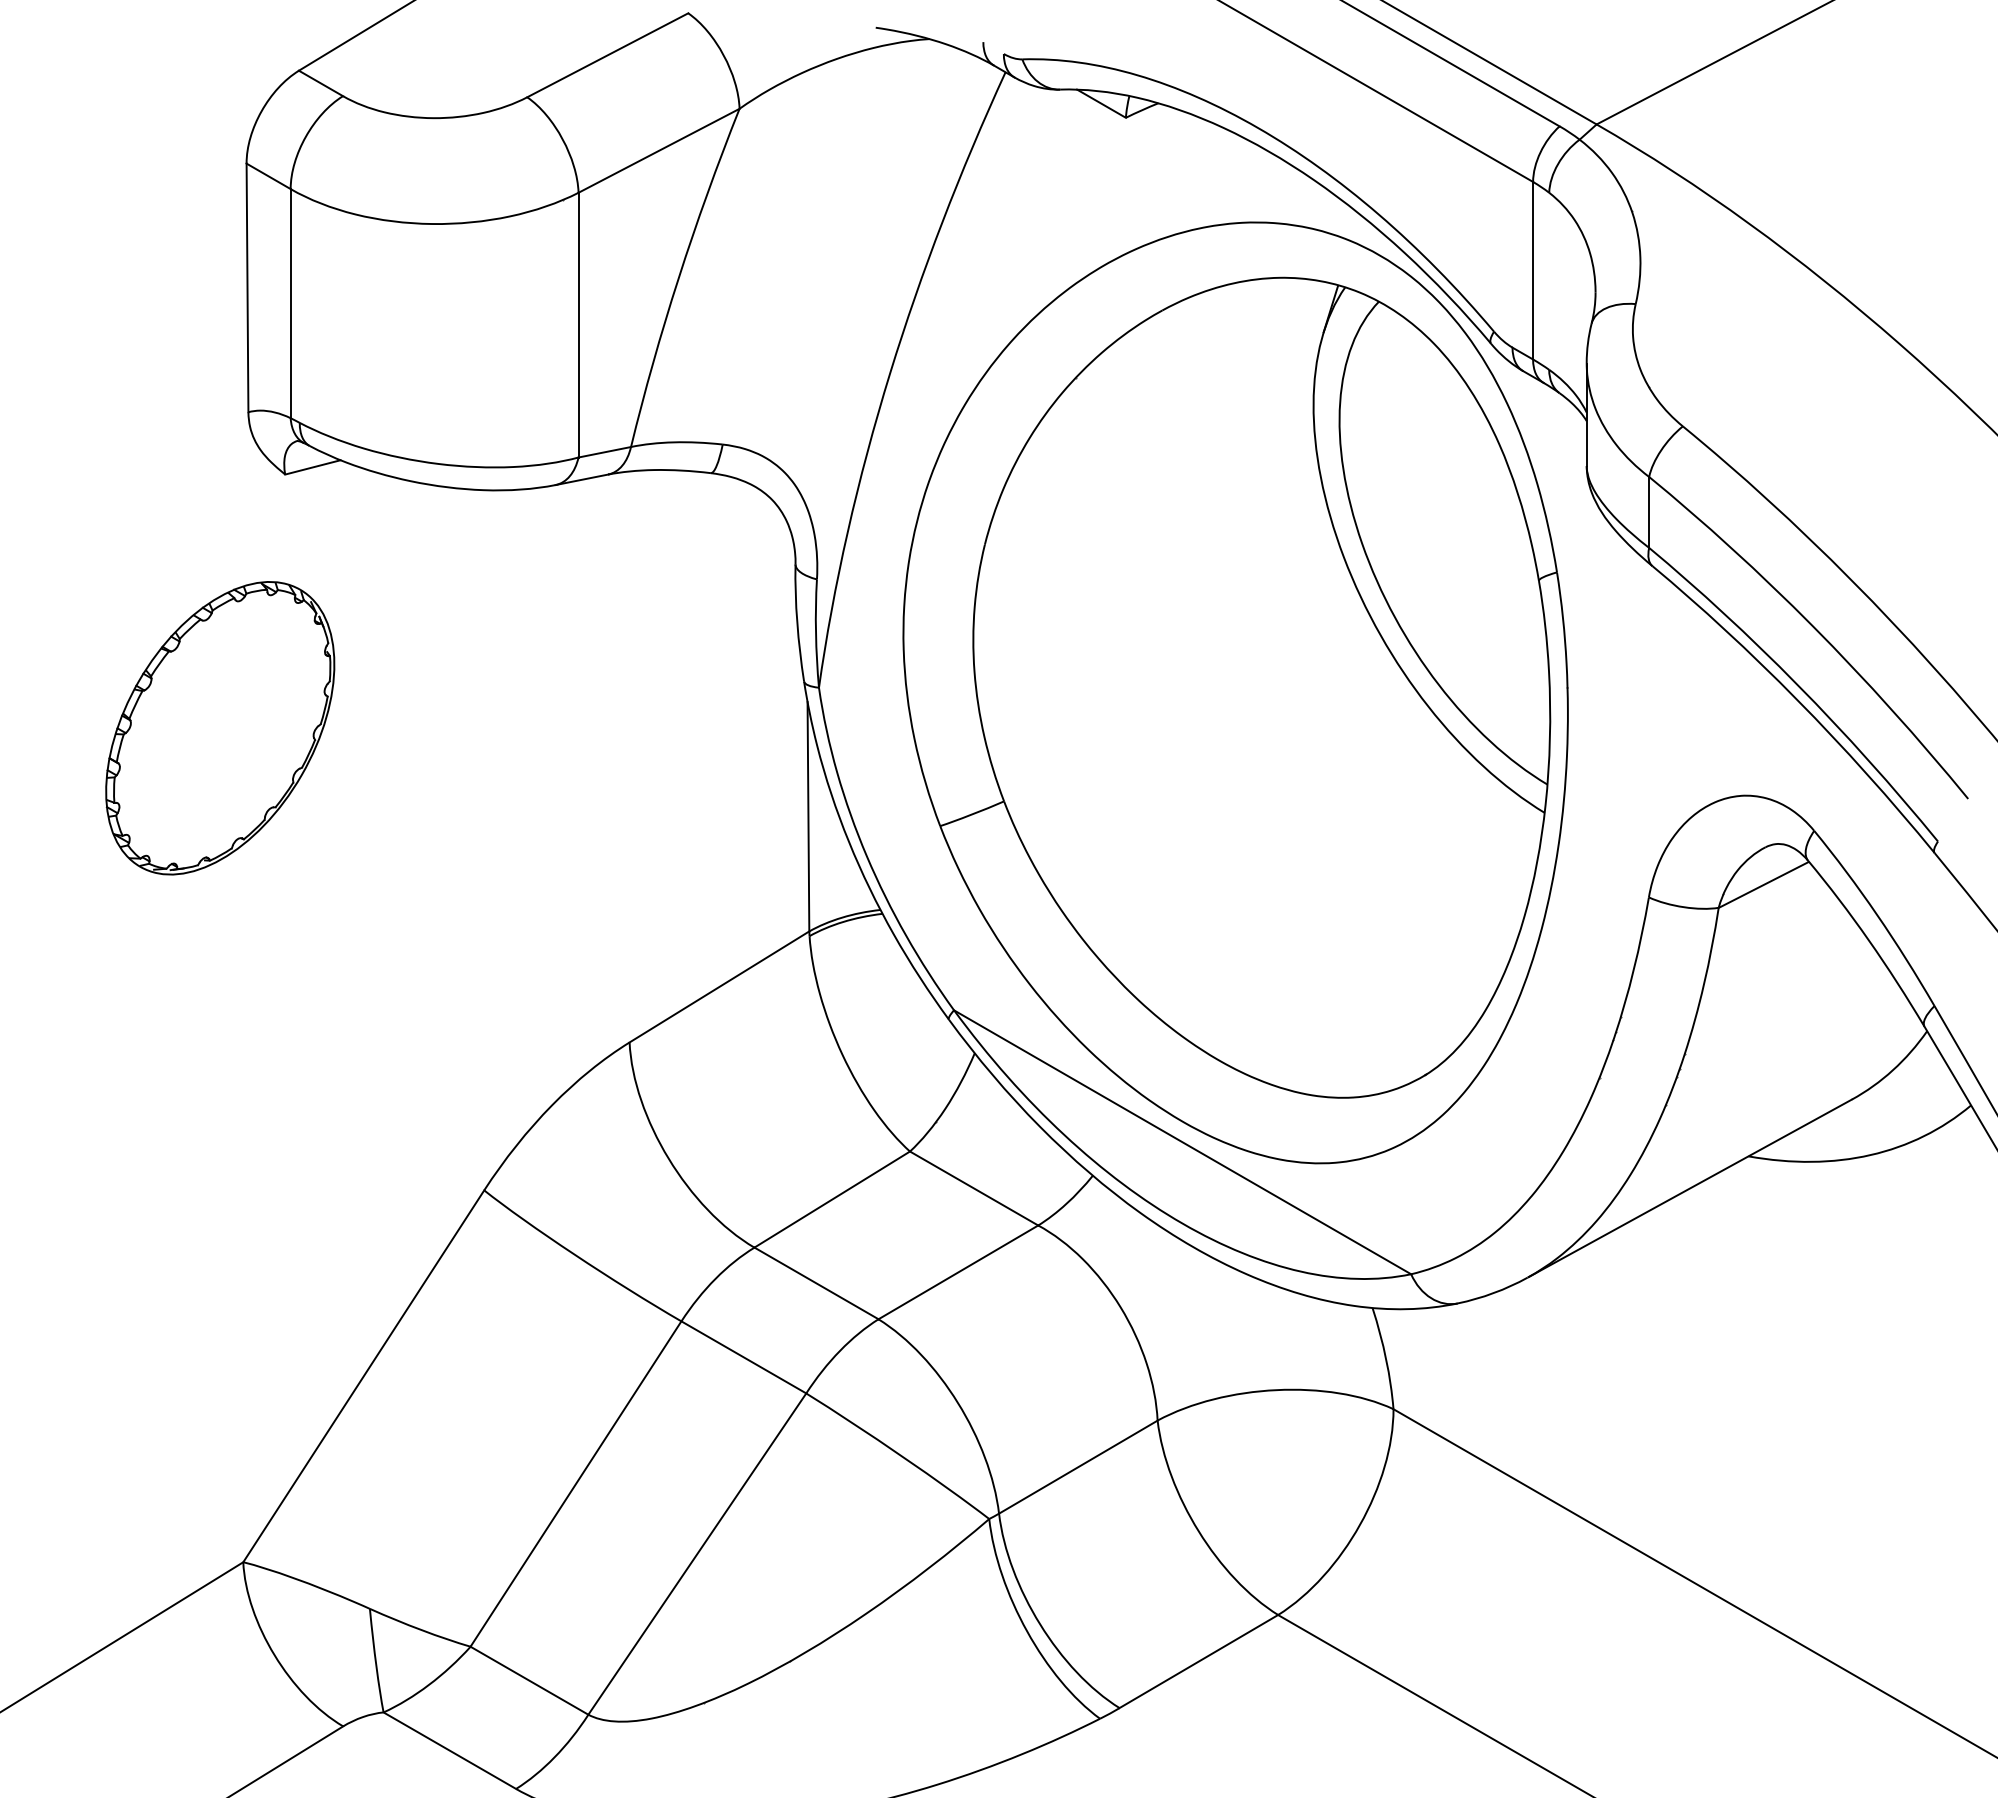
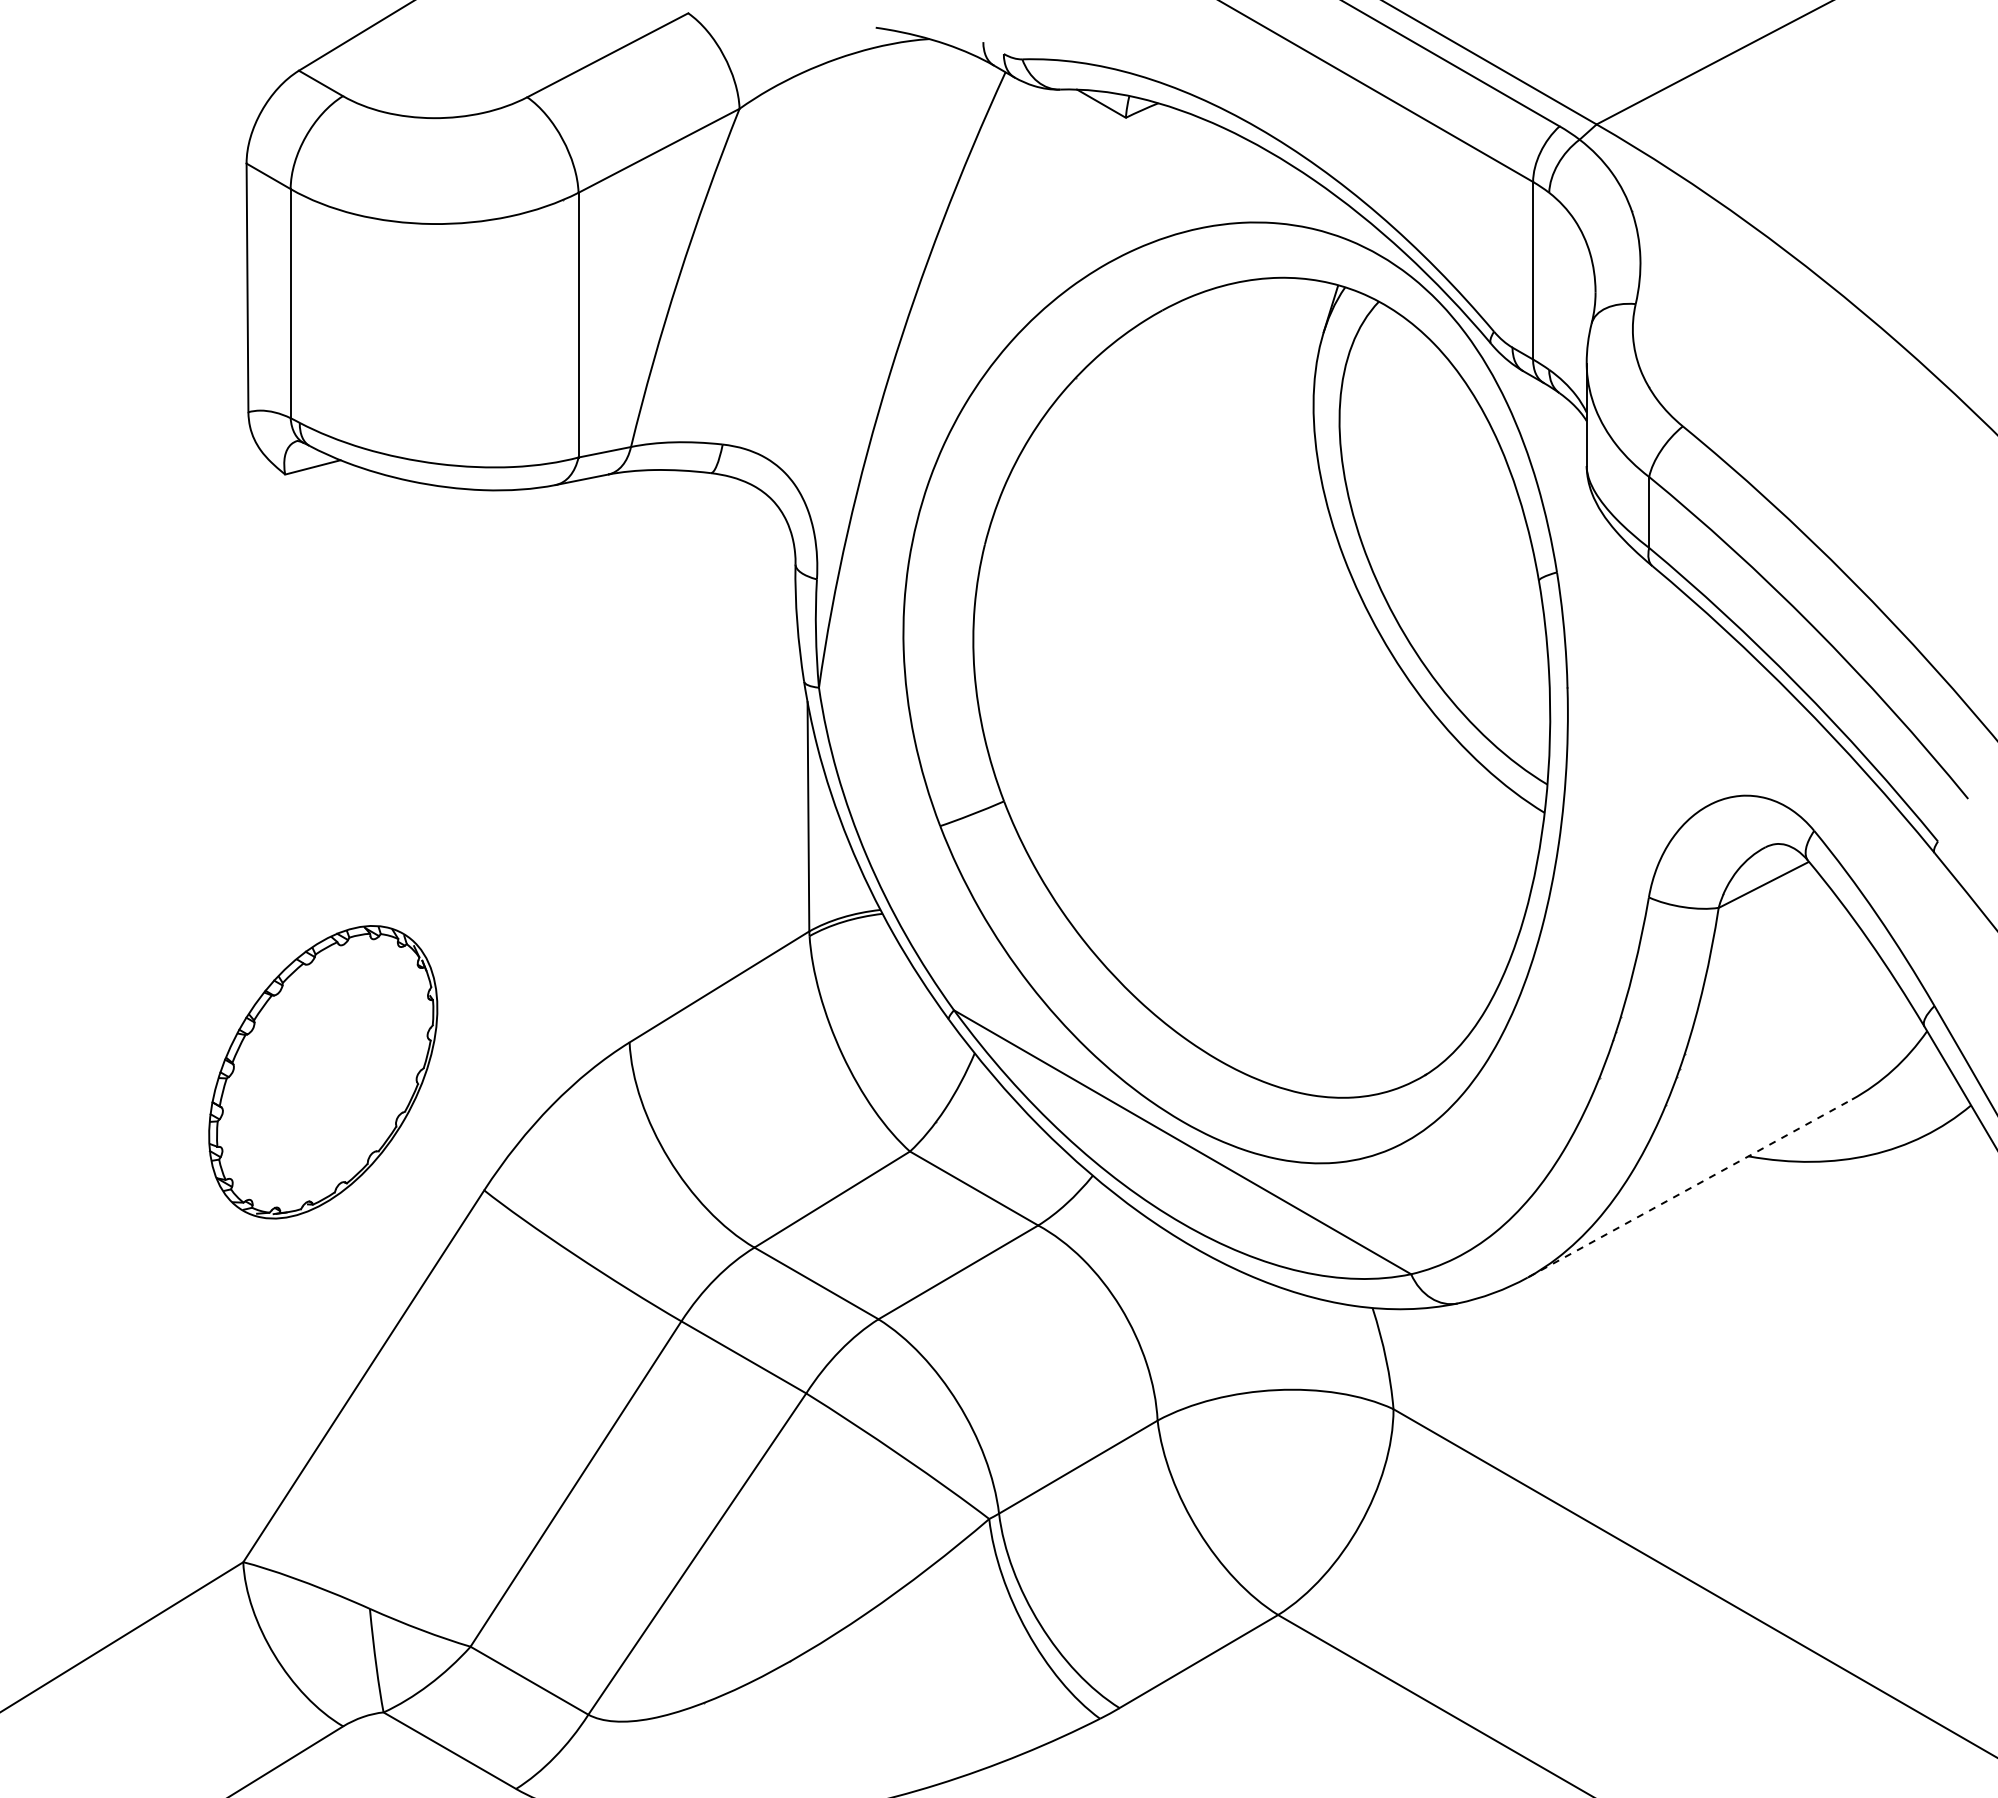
part at (220, 728) position: (220, 728) -> (323, 1072)
line at (1690, 1188): solid -> dashed
